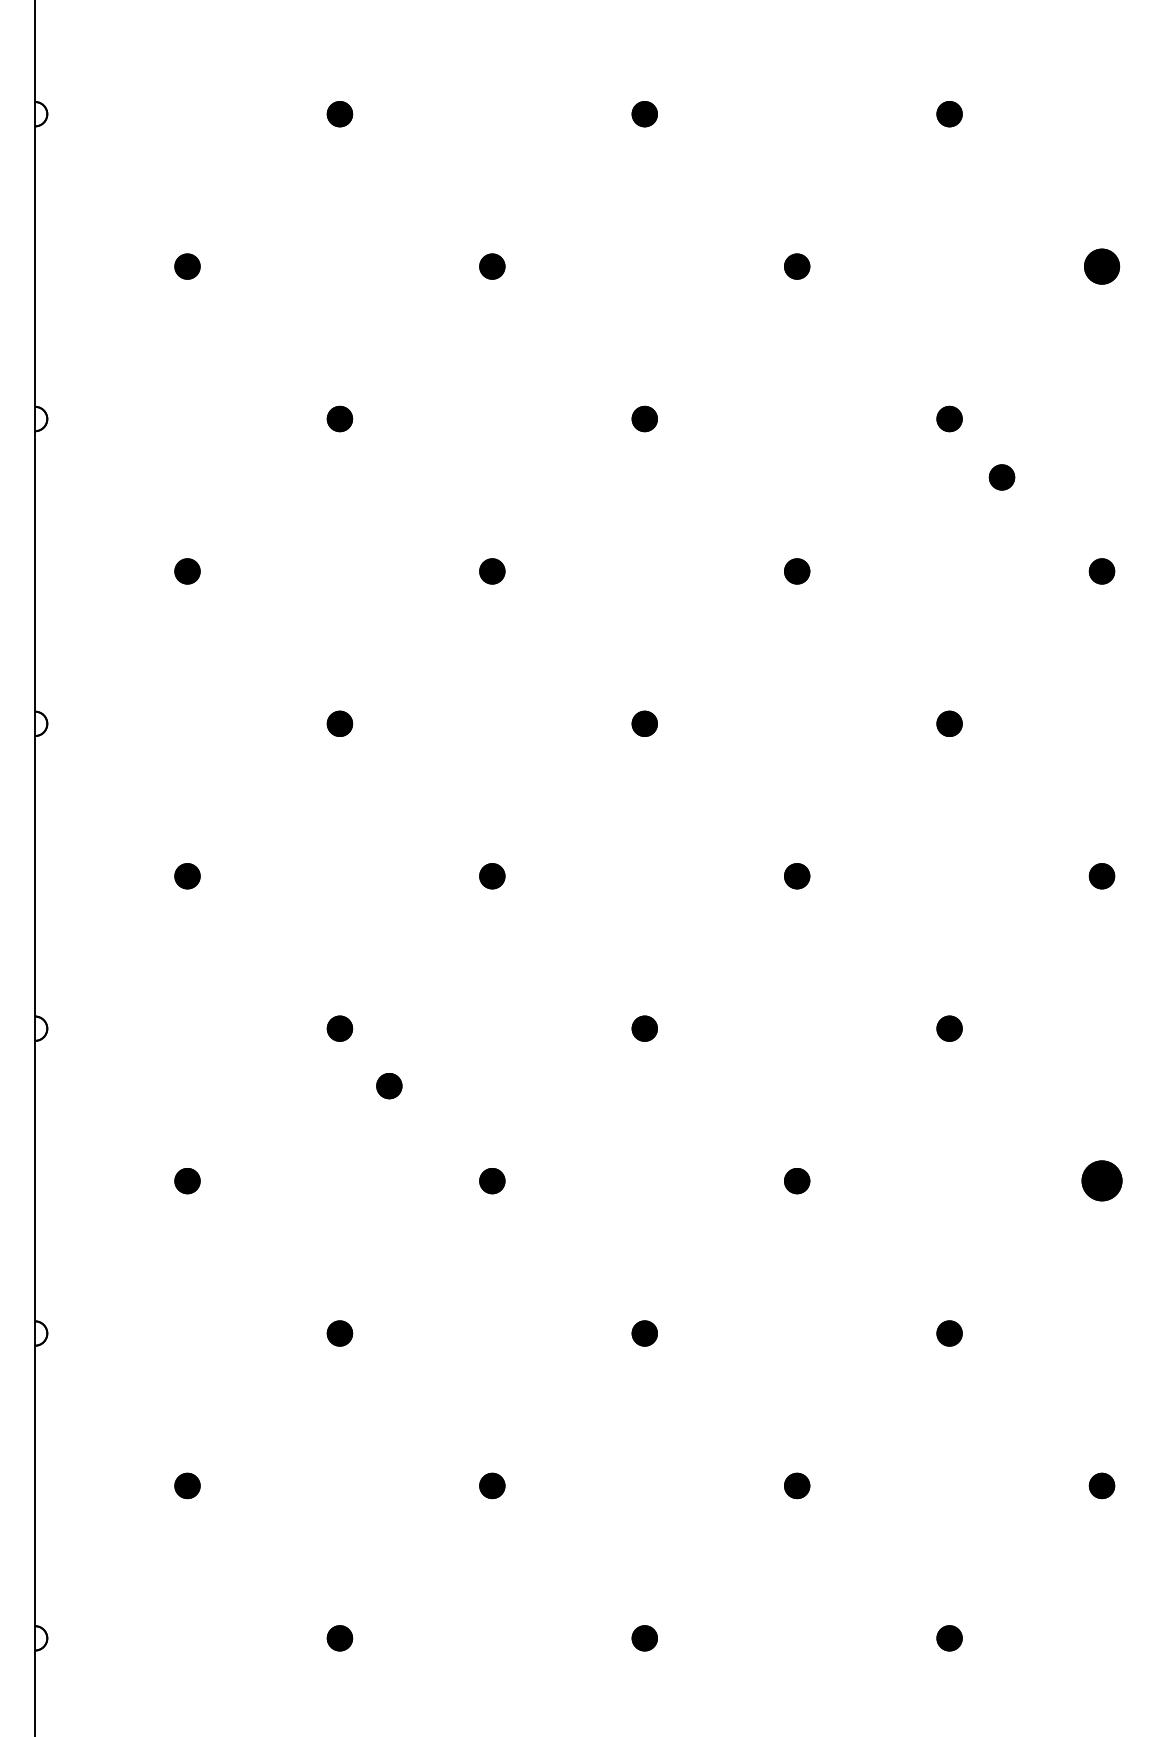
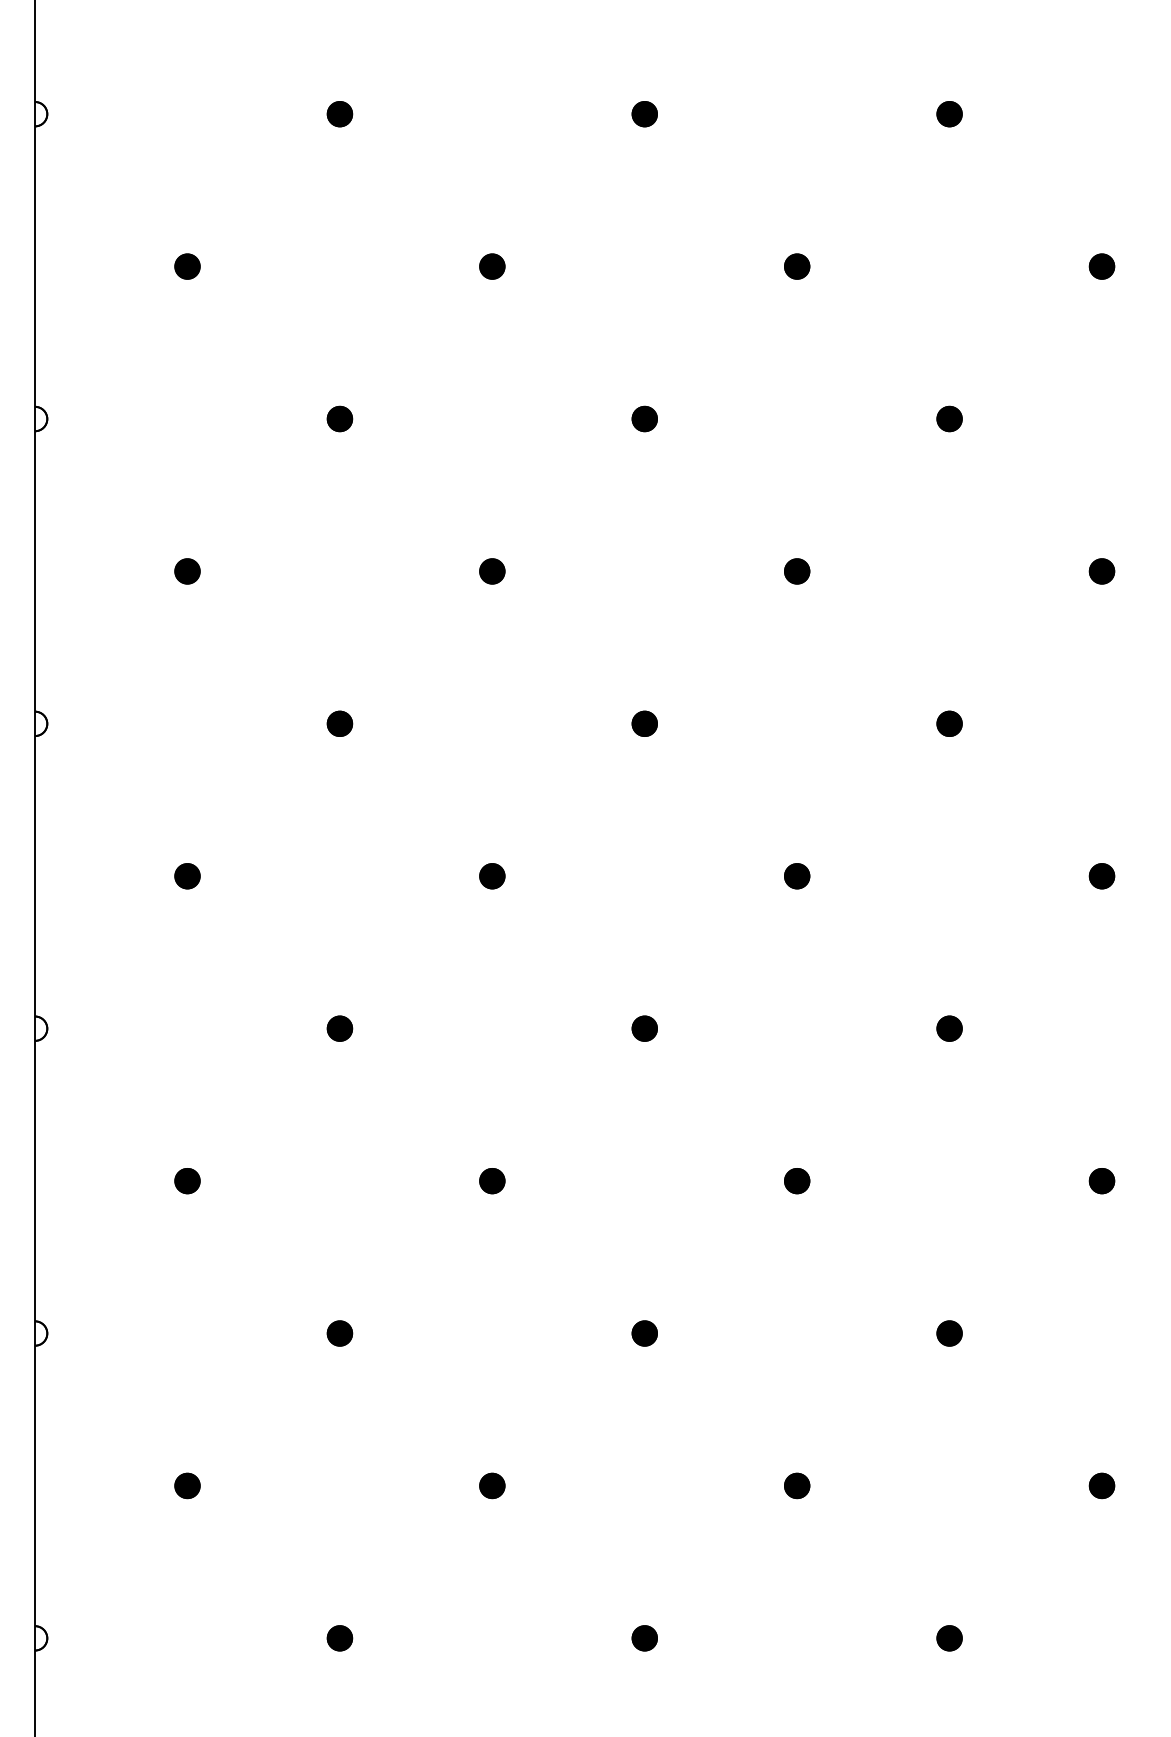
part at (1102, 266) size: 37x37 px -> 28x27 px
part at (1001, 477): present -> none
part at (389, 1086): present -> none
part at (1101, 1180) size: 42x42 px -> 28x27 px
